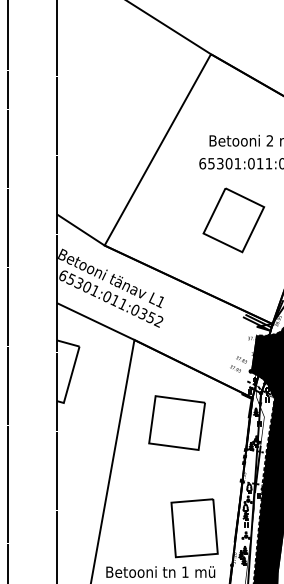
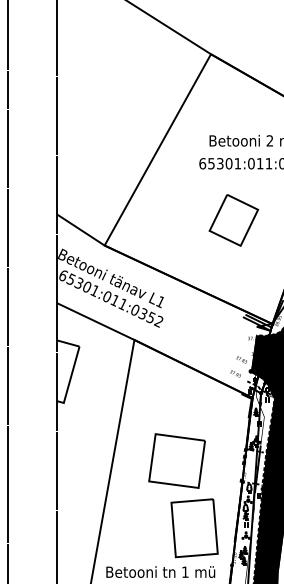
part at (233, 220) size: 64x67 px -> 52x53 px
text at (235, 368) position: (235, 368) -> (235, 373)
part at (176, 422) position: (176, 422) -> (176, 460)
